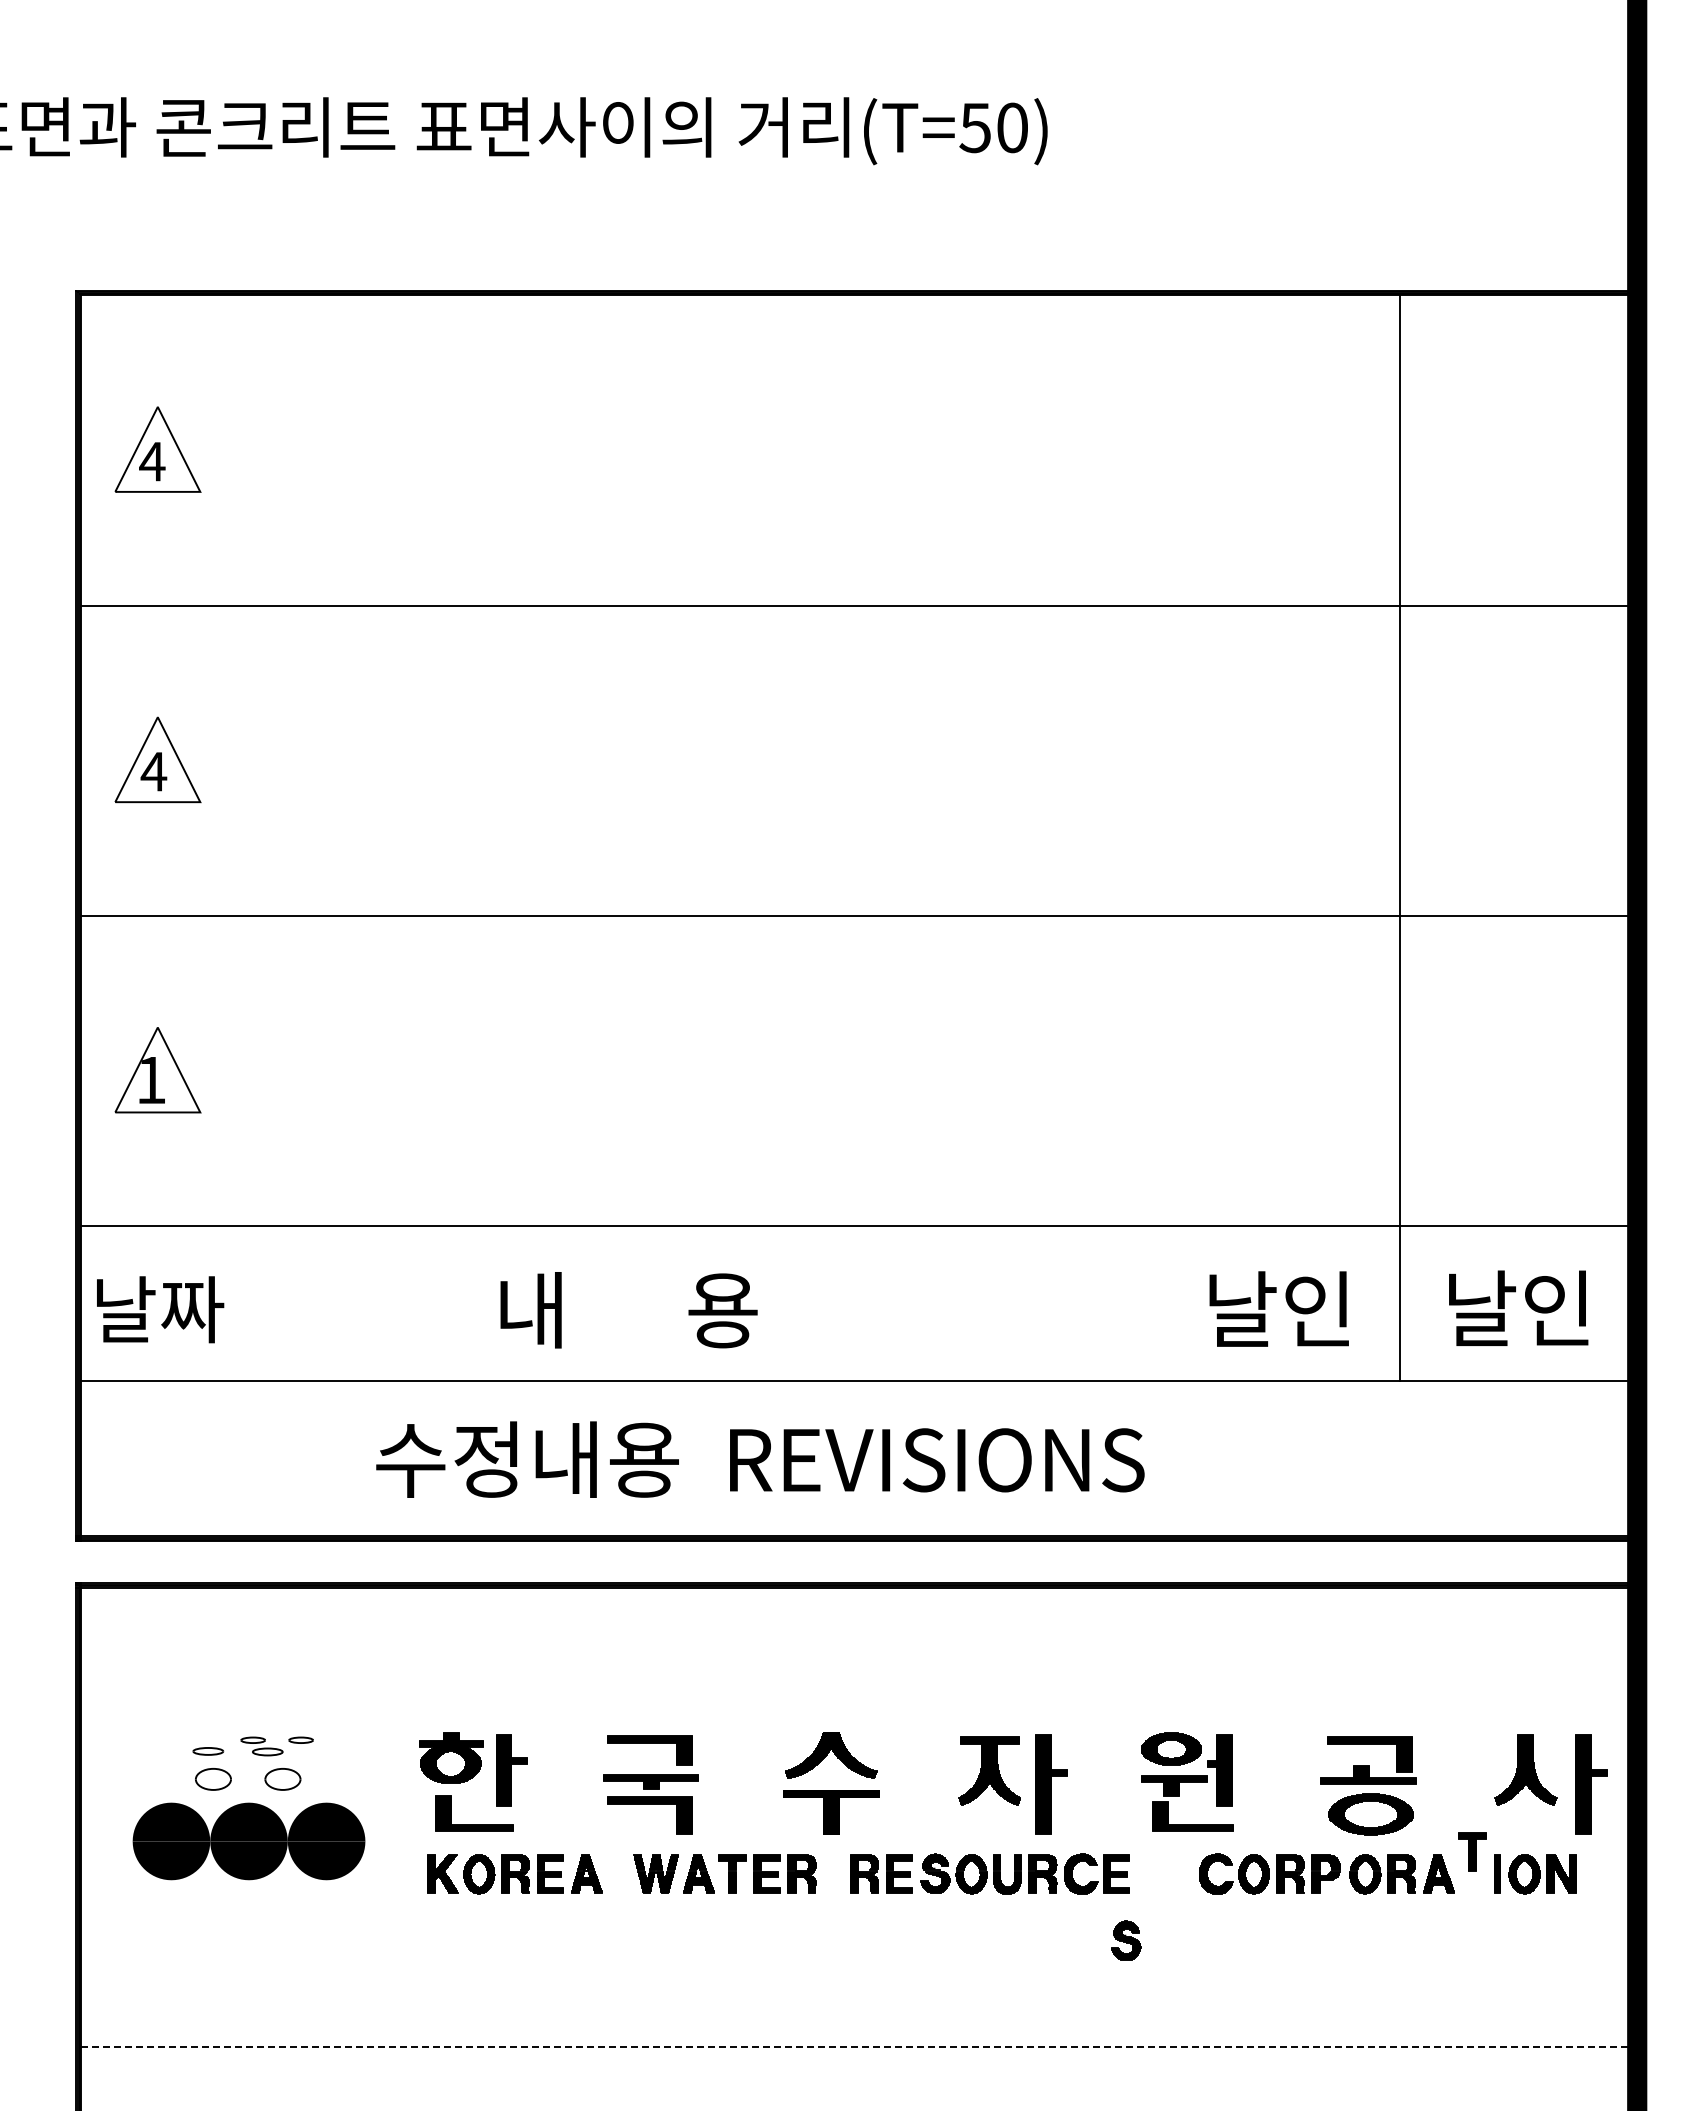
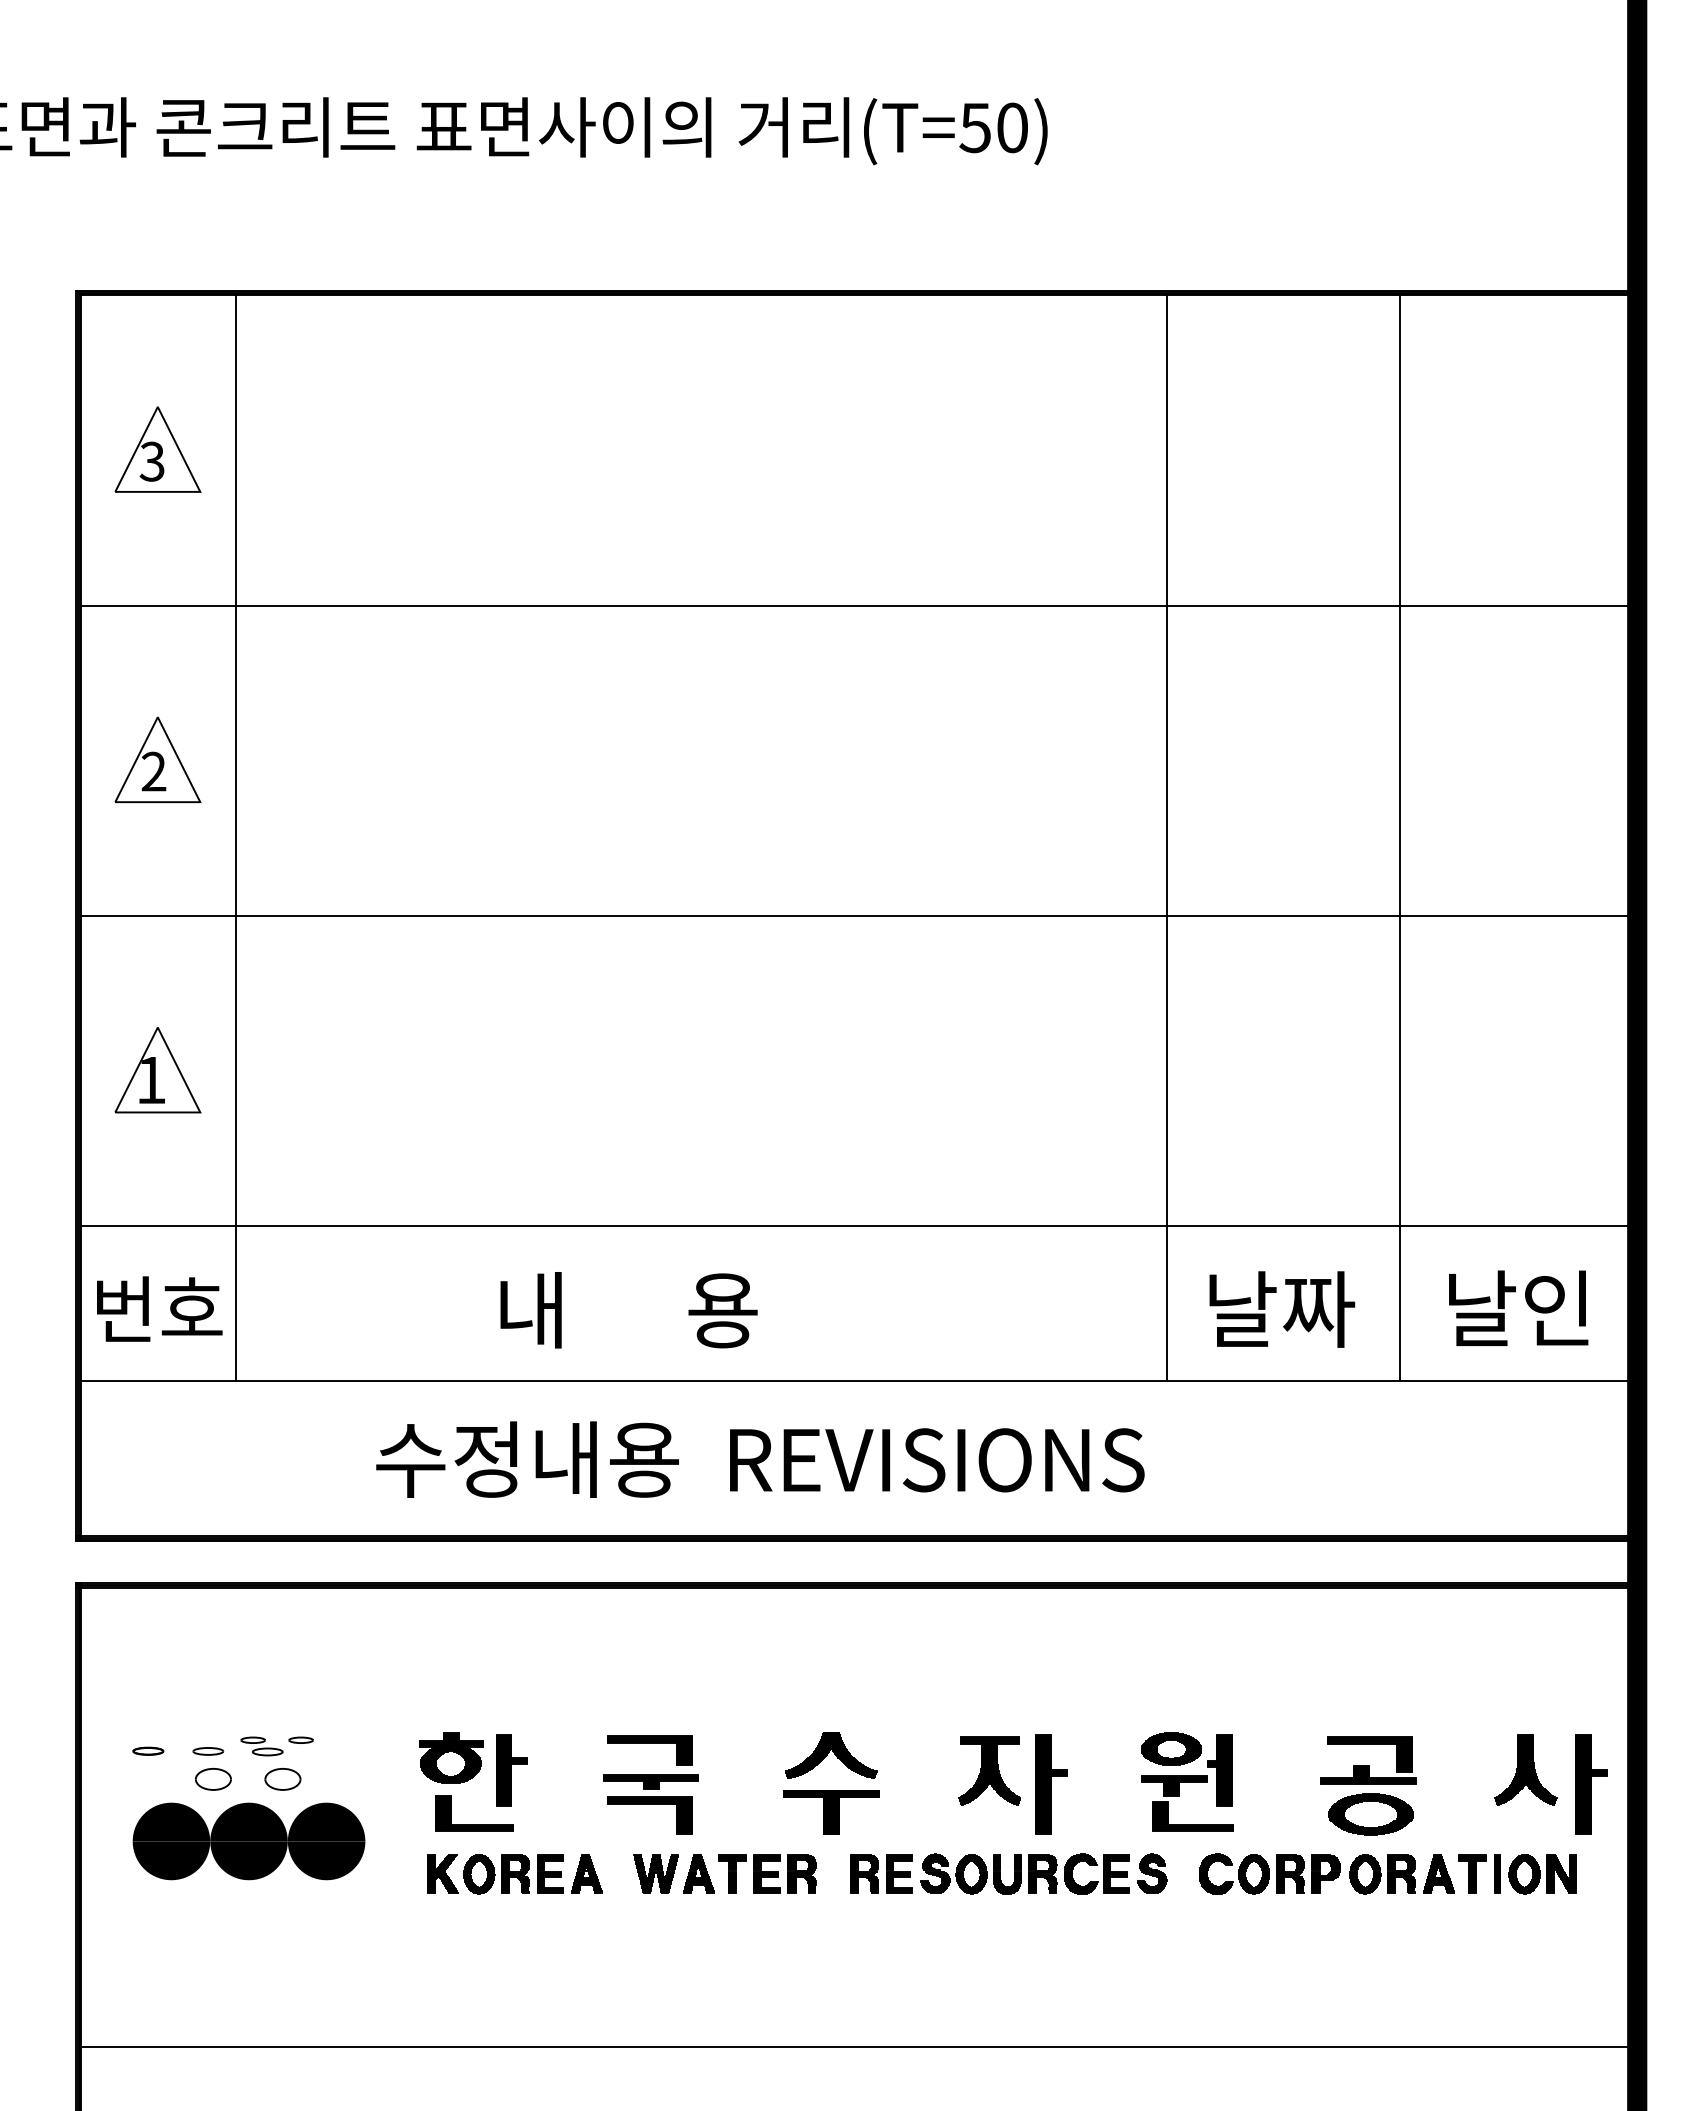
text at (152, 461): 4 -> 3
text at (153, 771): 4 -> 2
line at (236, 838): none -> present
line at (1167, 838): none -> present
text at (160, 1309): 날짜 -> 번호
text at (1319, 1309): 날인 -> 날짜
part at (148, 1750): none -> present
part at (1472, 1851) position: (1472, 1851) -> (1472, 1873)
part at (1126, 1940) position: (1126, 1940) -> (1152, 1873)
line at (856, 2046): dashed -> solid
